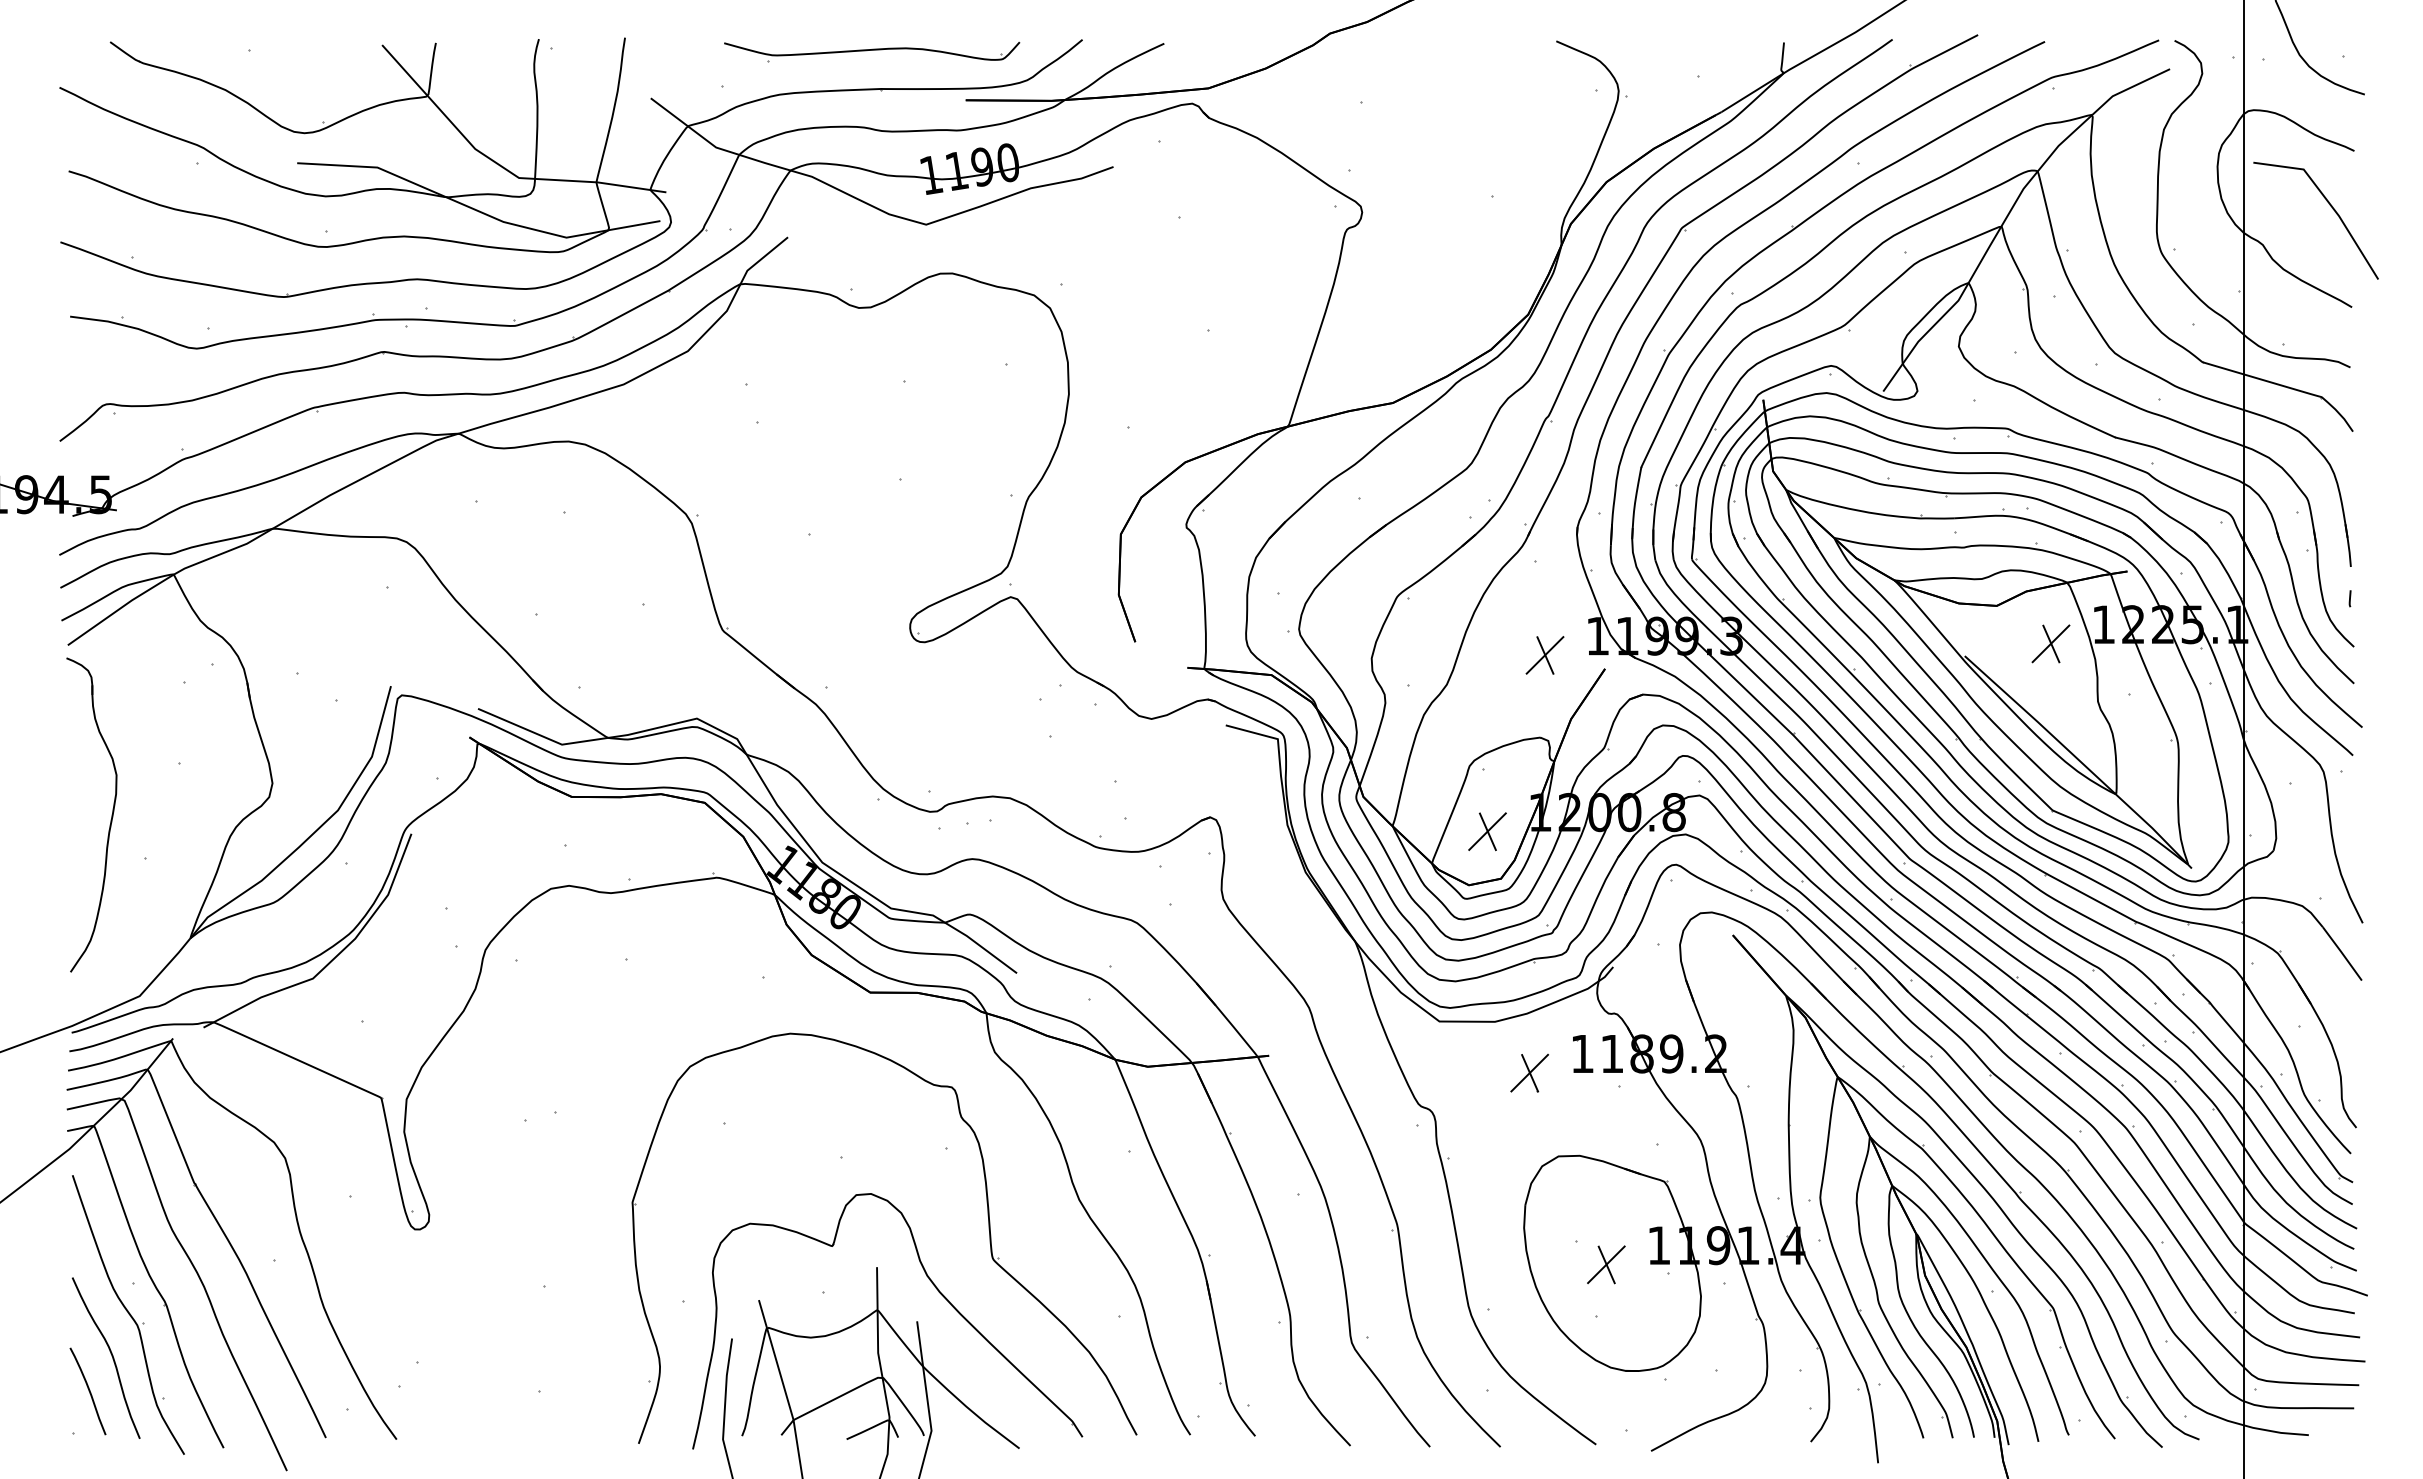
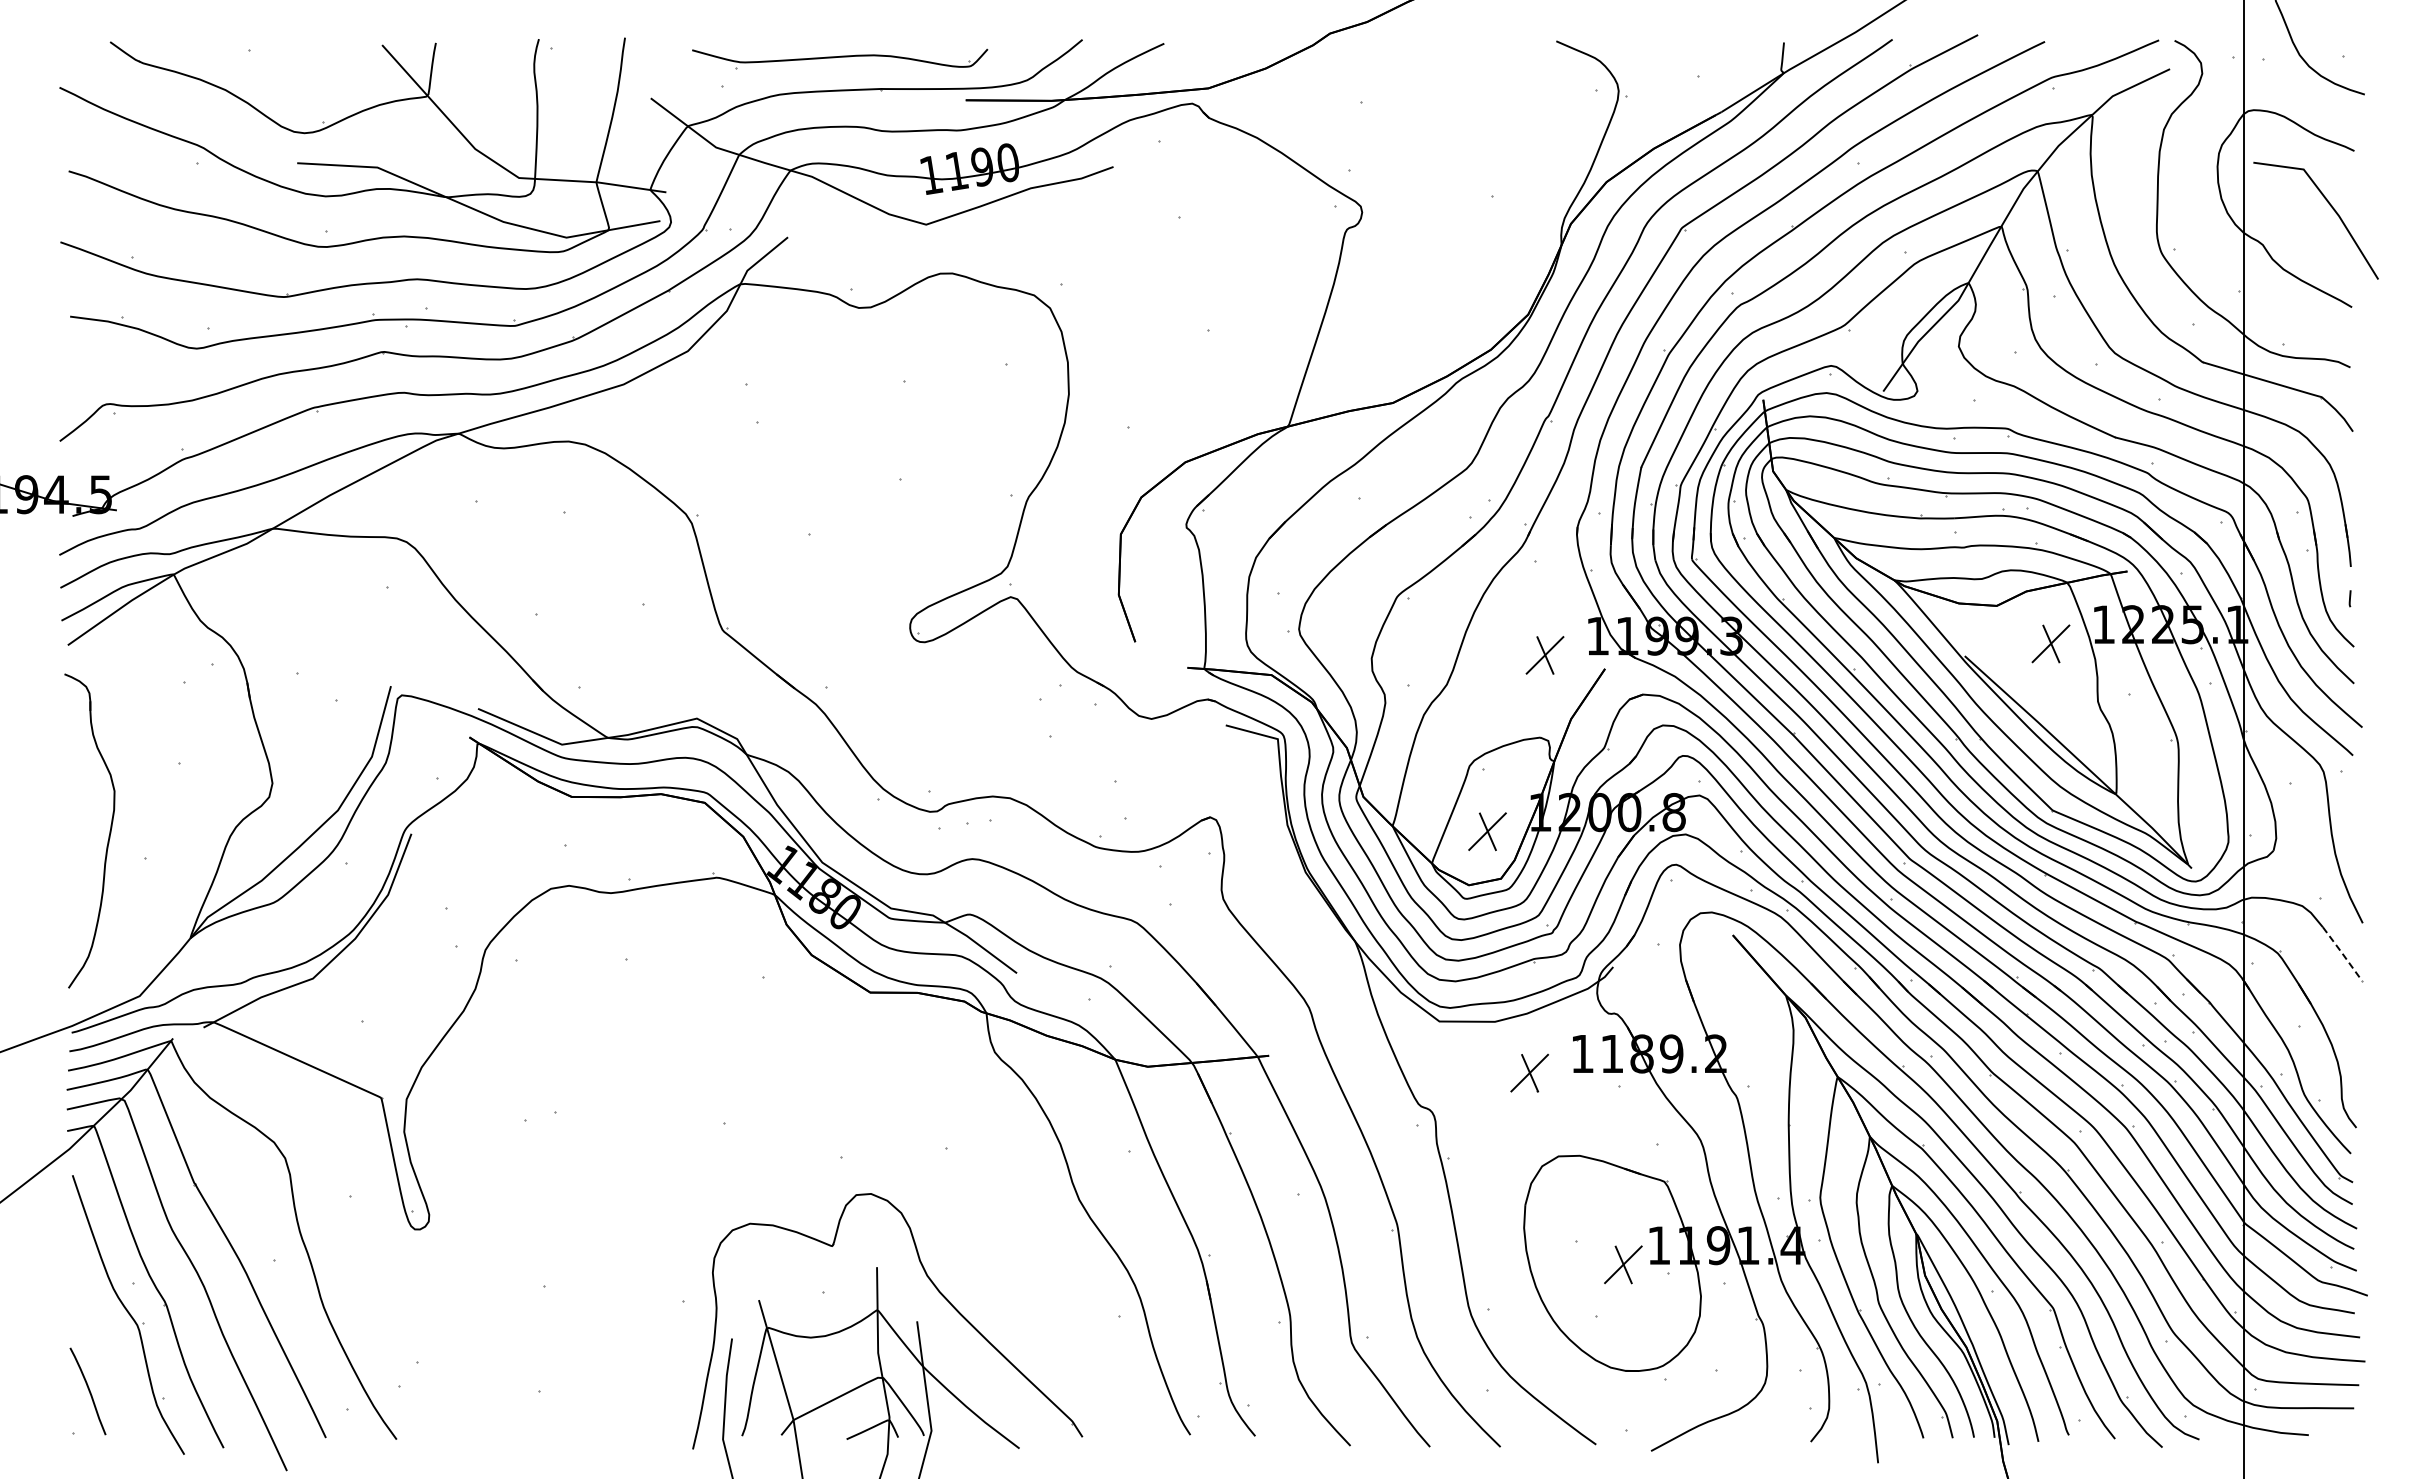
part at (872, 51) position: (872, 51) -> (840, 58)
part at (110, 819) position: (110, 819) -> (108, 835)
line at (2342, 953): solid -> dashed
part at (988, 1229): present -> none
part at (1606, 1264) position: (1606, 1264) -> (1623, 1264)
curve at (111, 1356): present -> none
